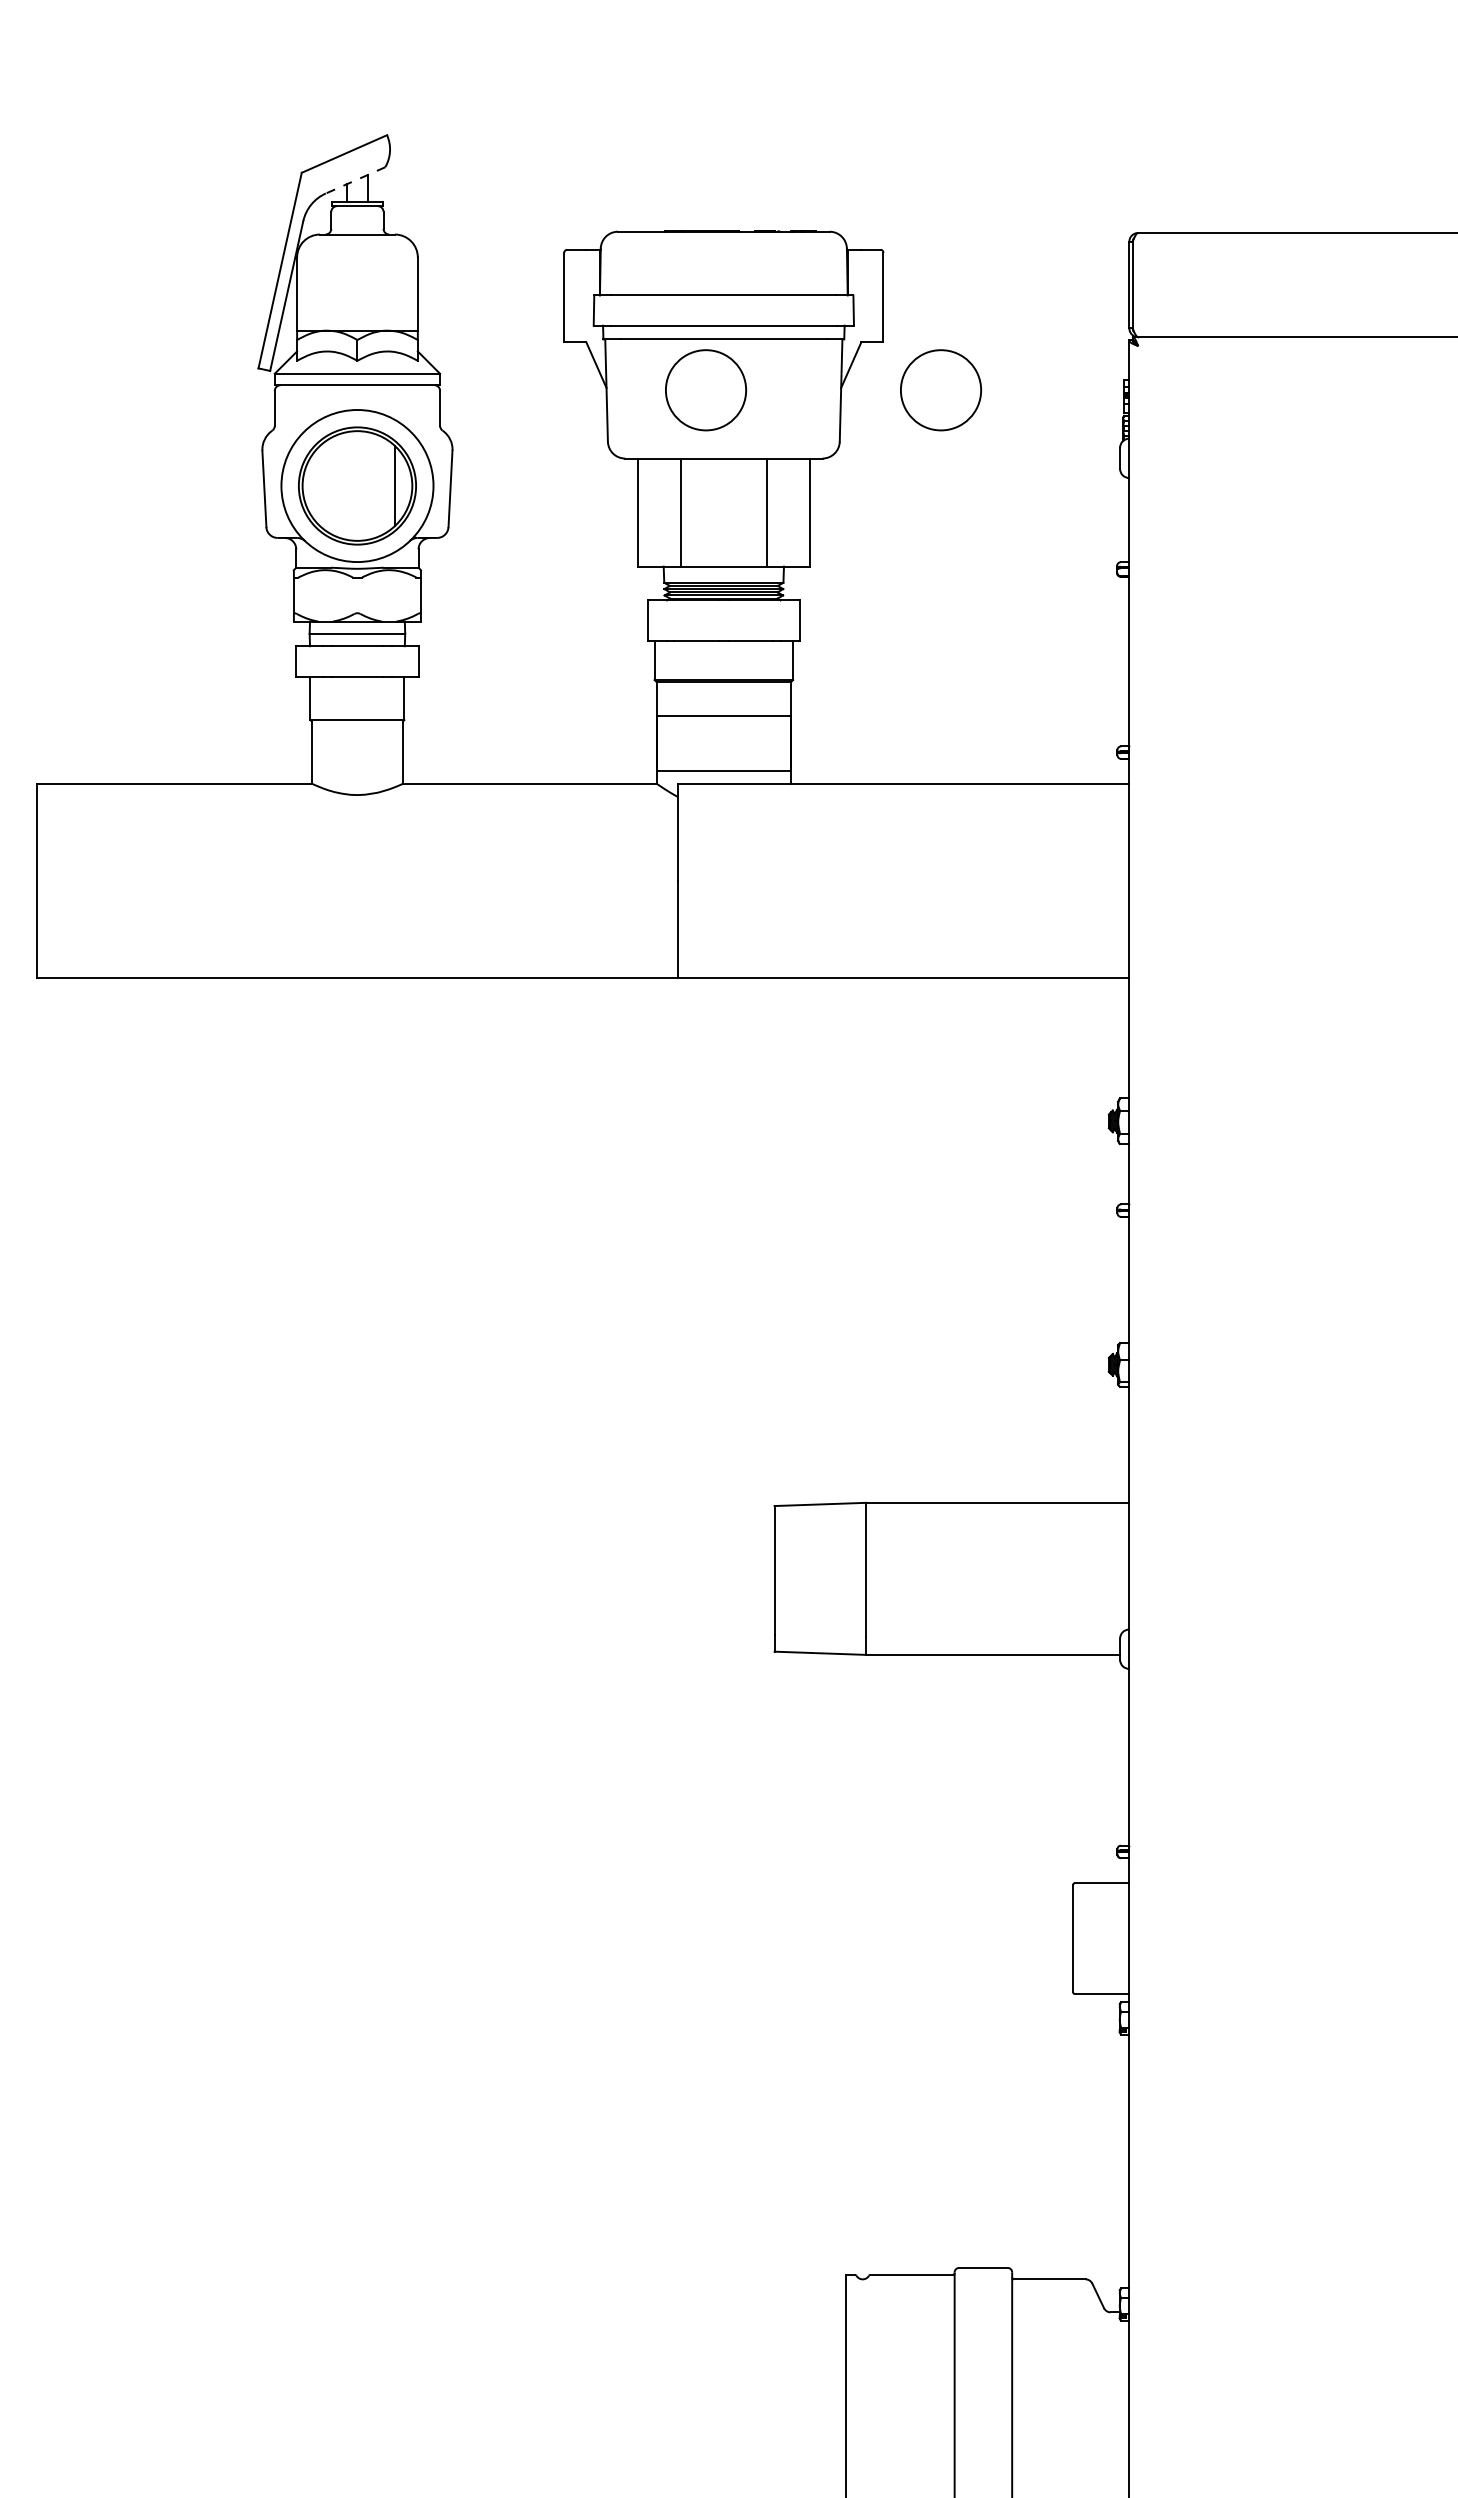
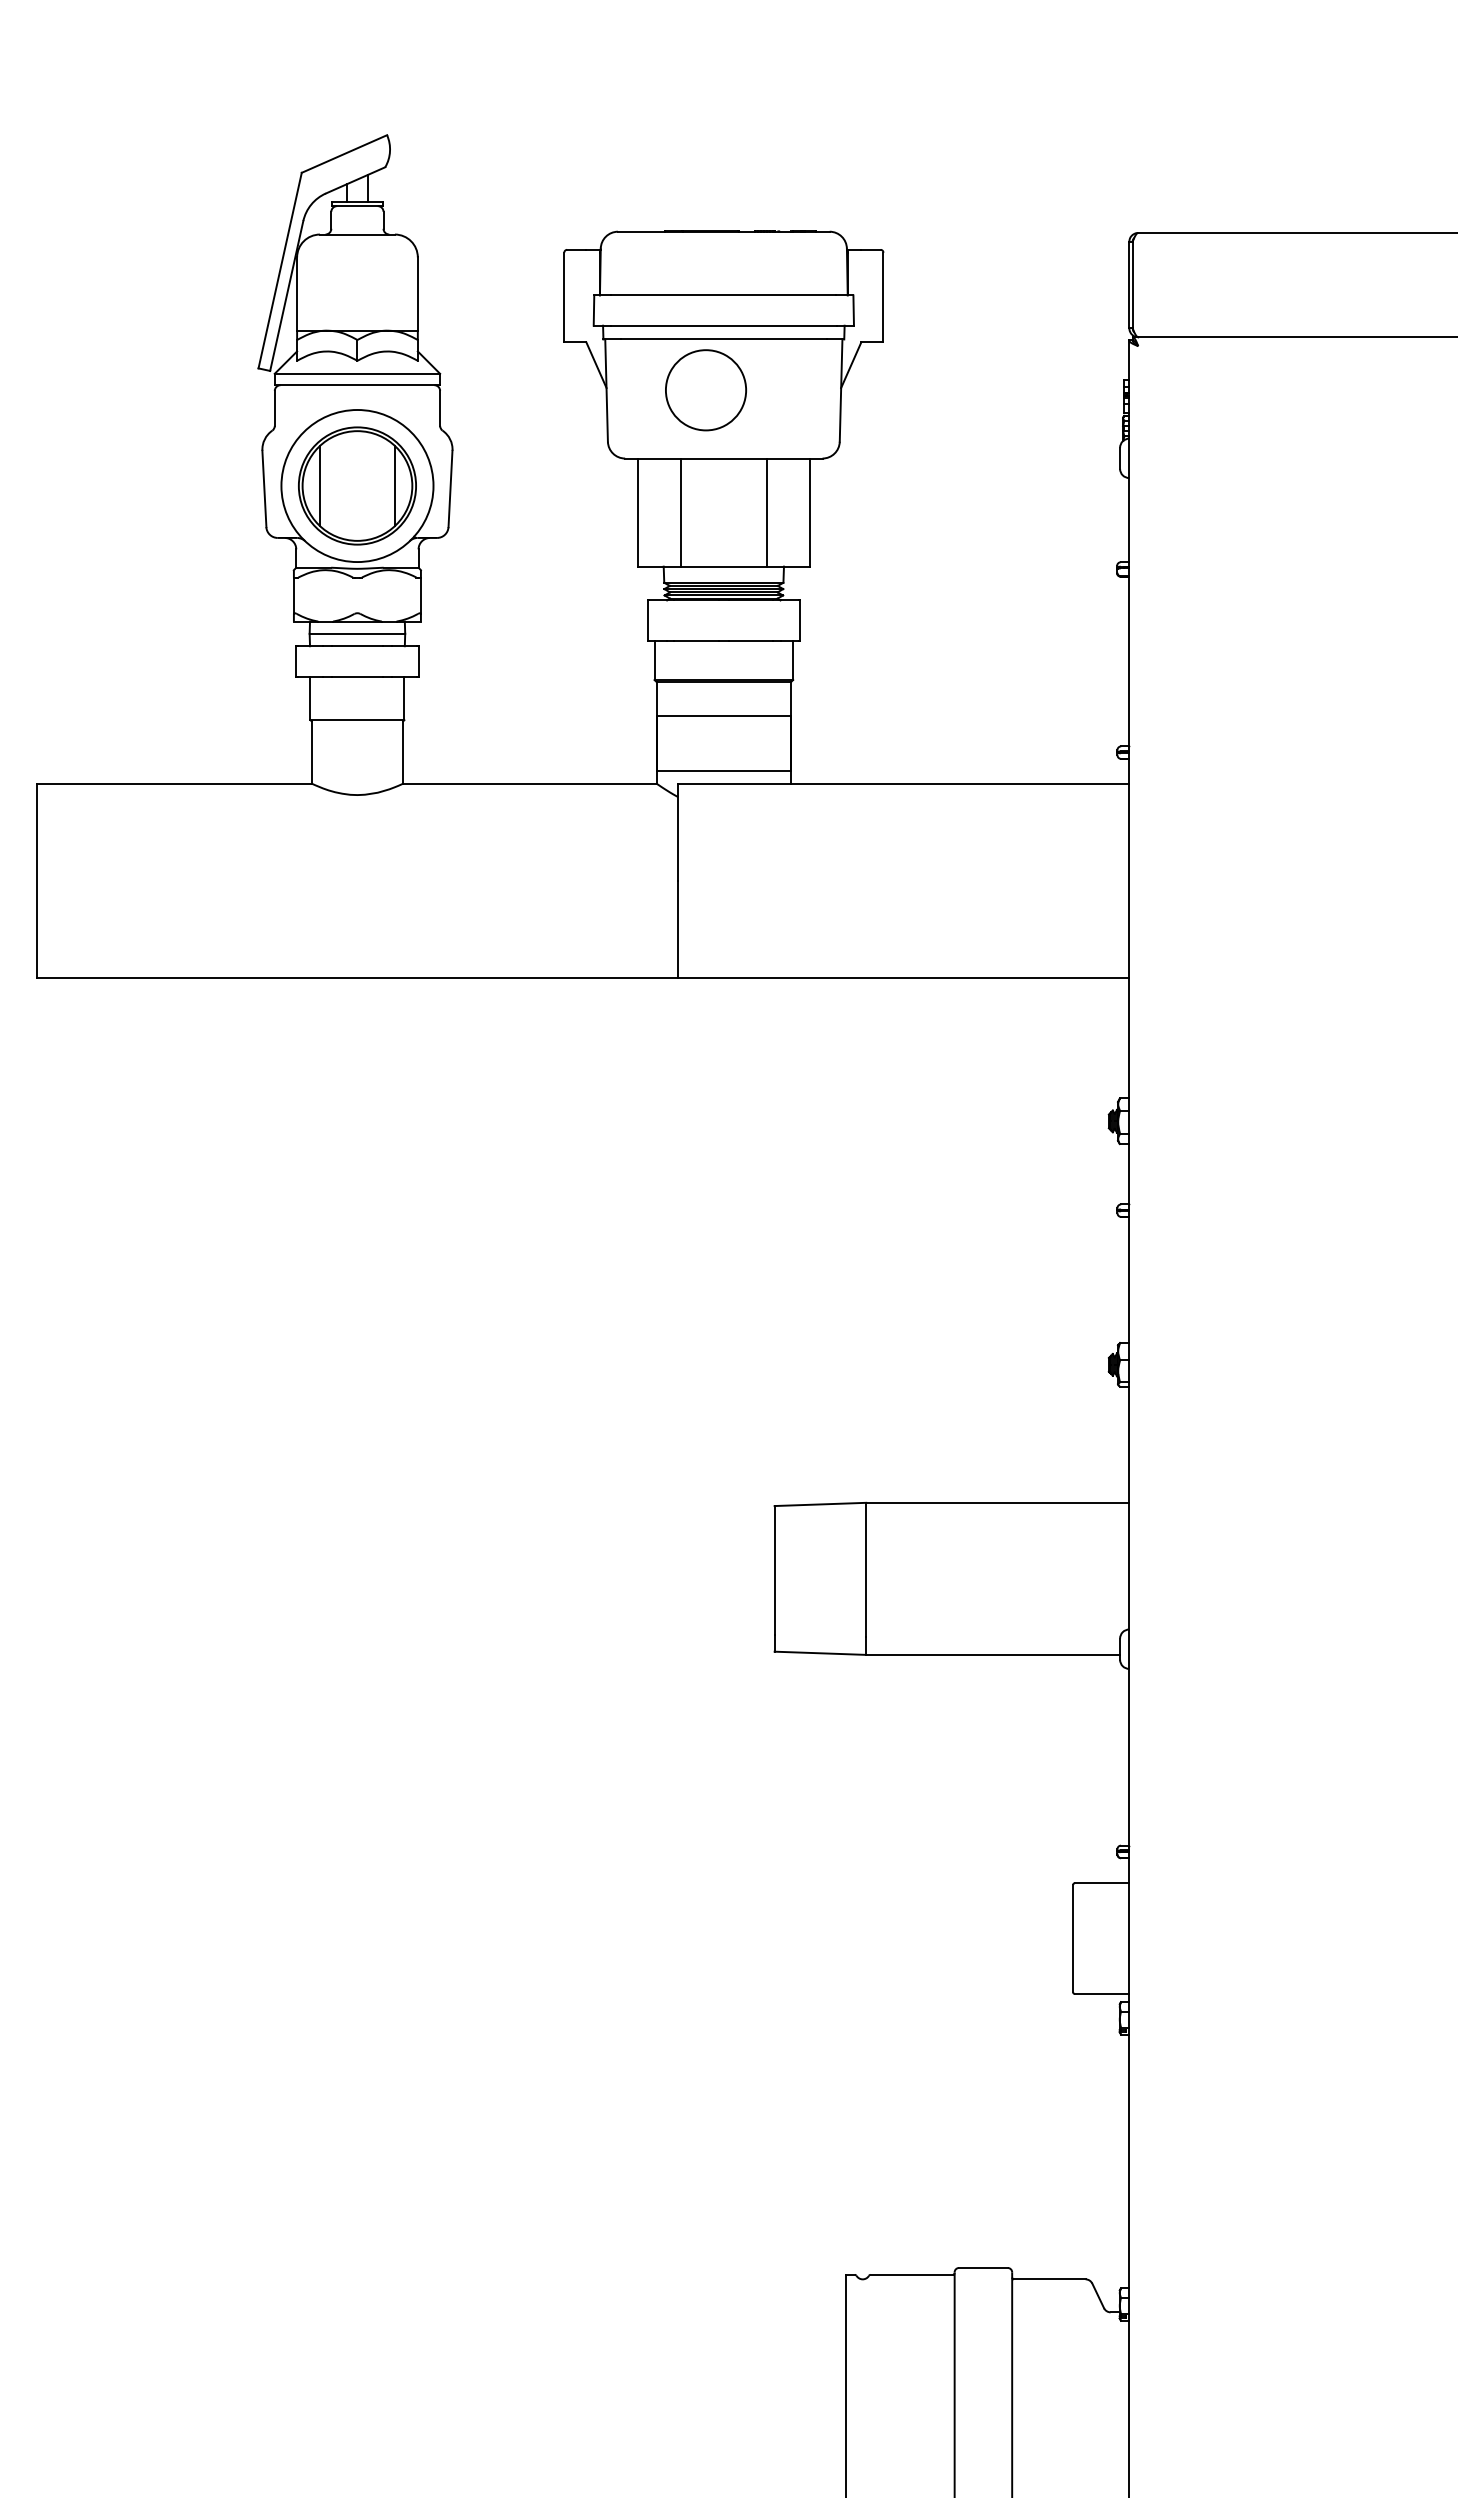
line at (355, 180): dashed -> solid
circle at (940, 390): present -> none
line at (320, 485): none -> present
